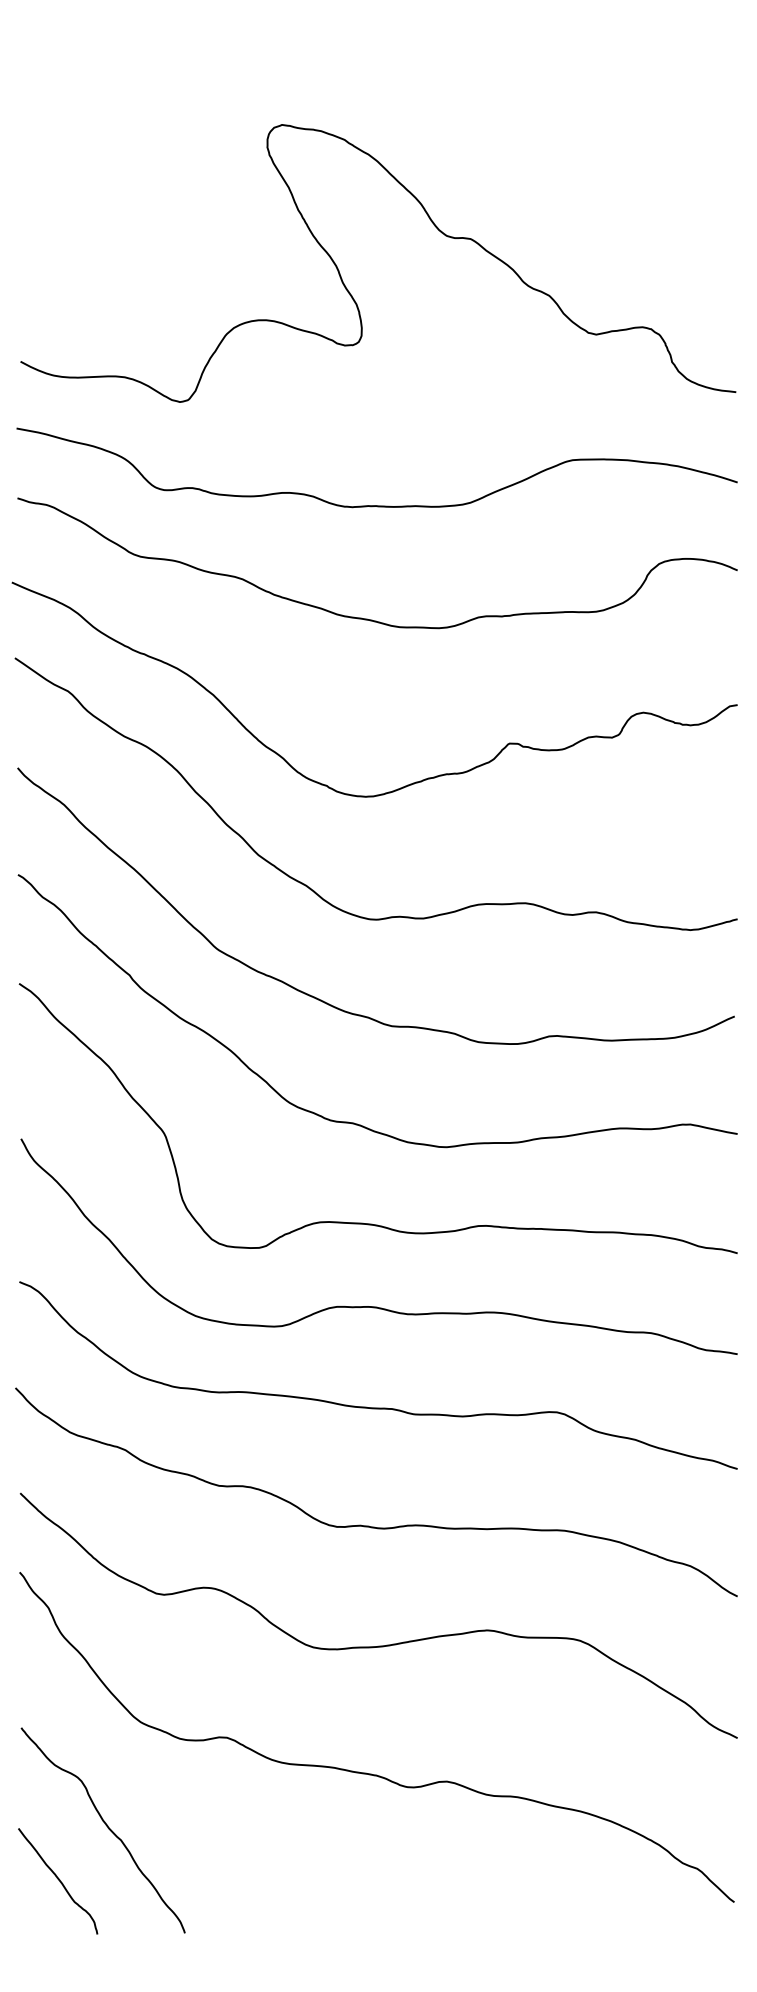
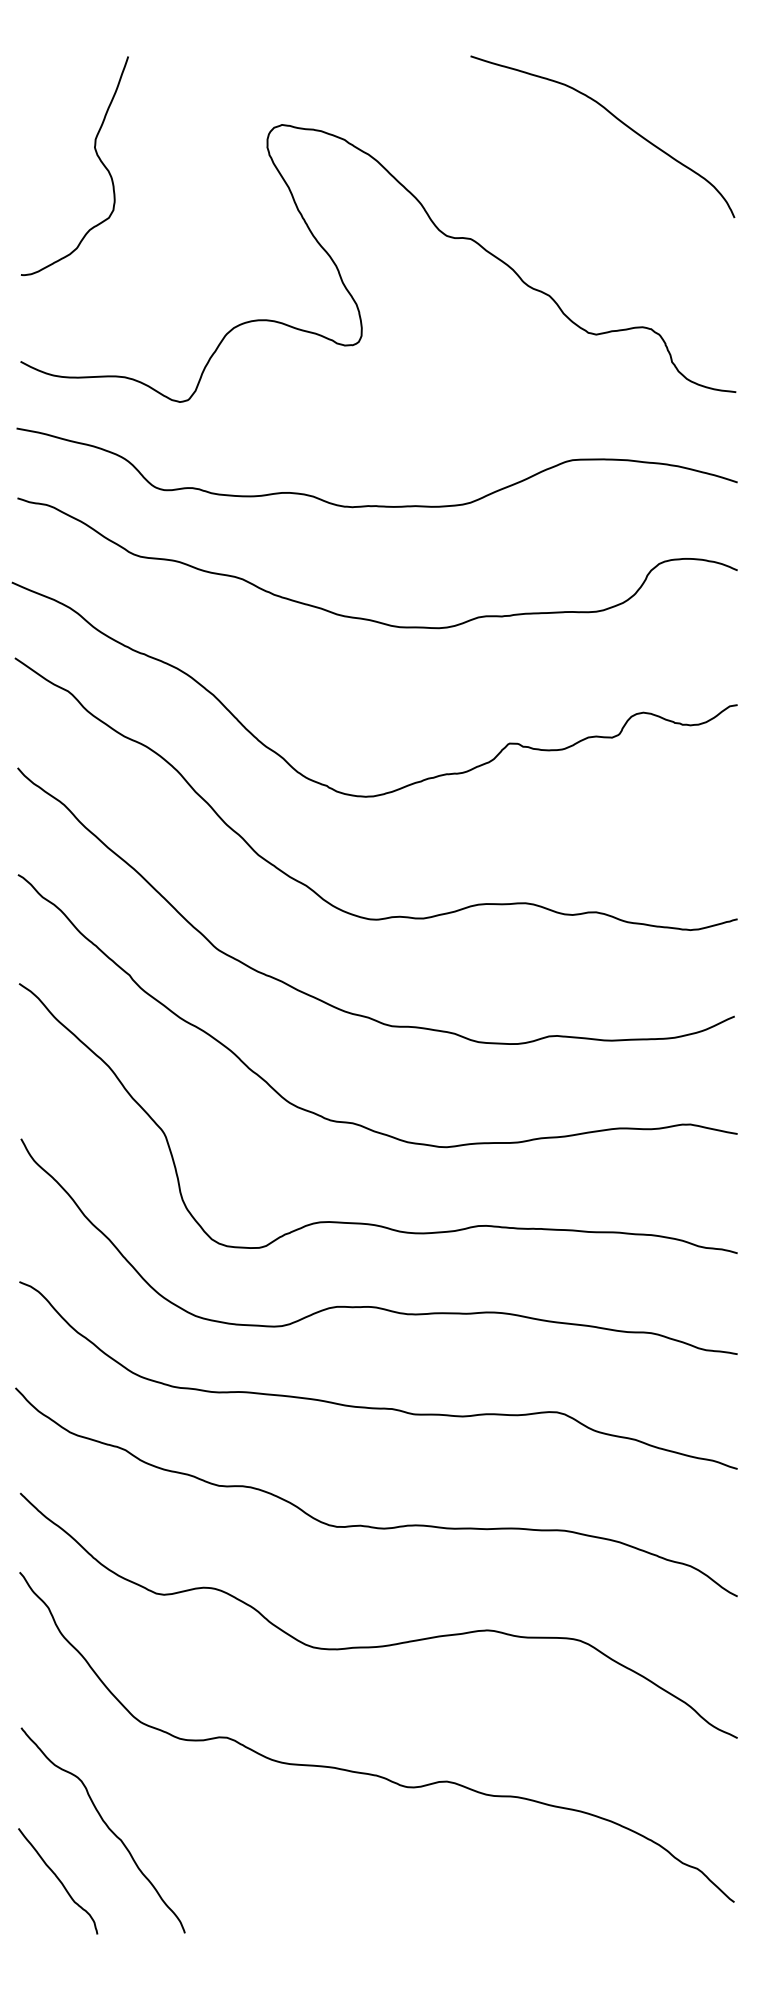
curve at (616, 119): none -> present
curve at (96, 155): none -> present
